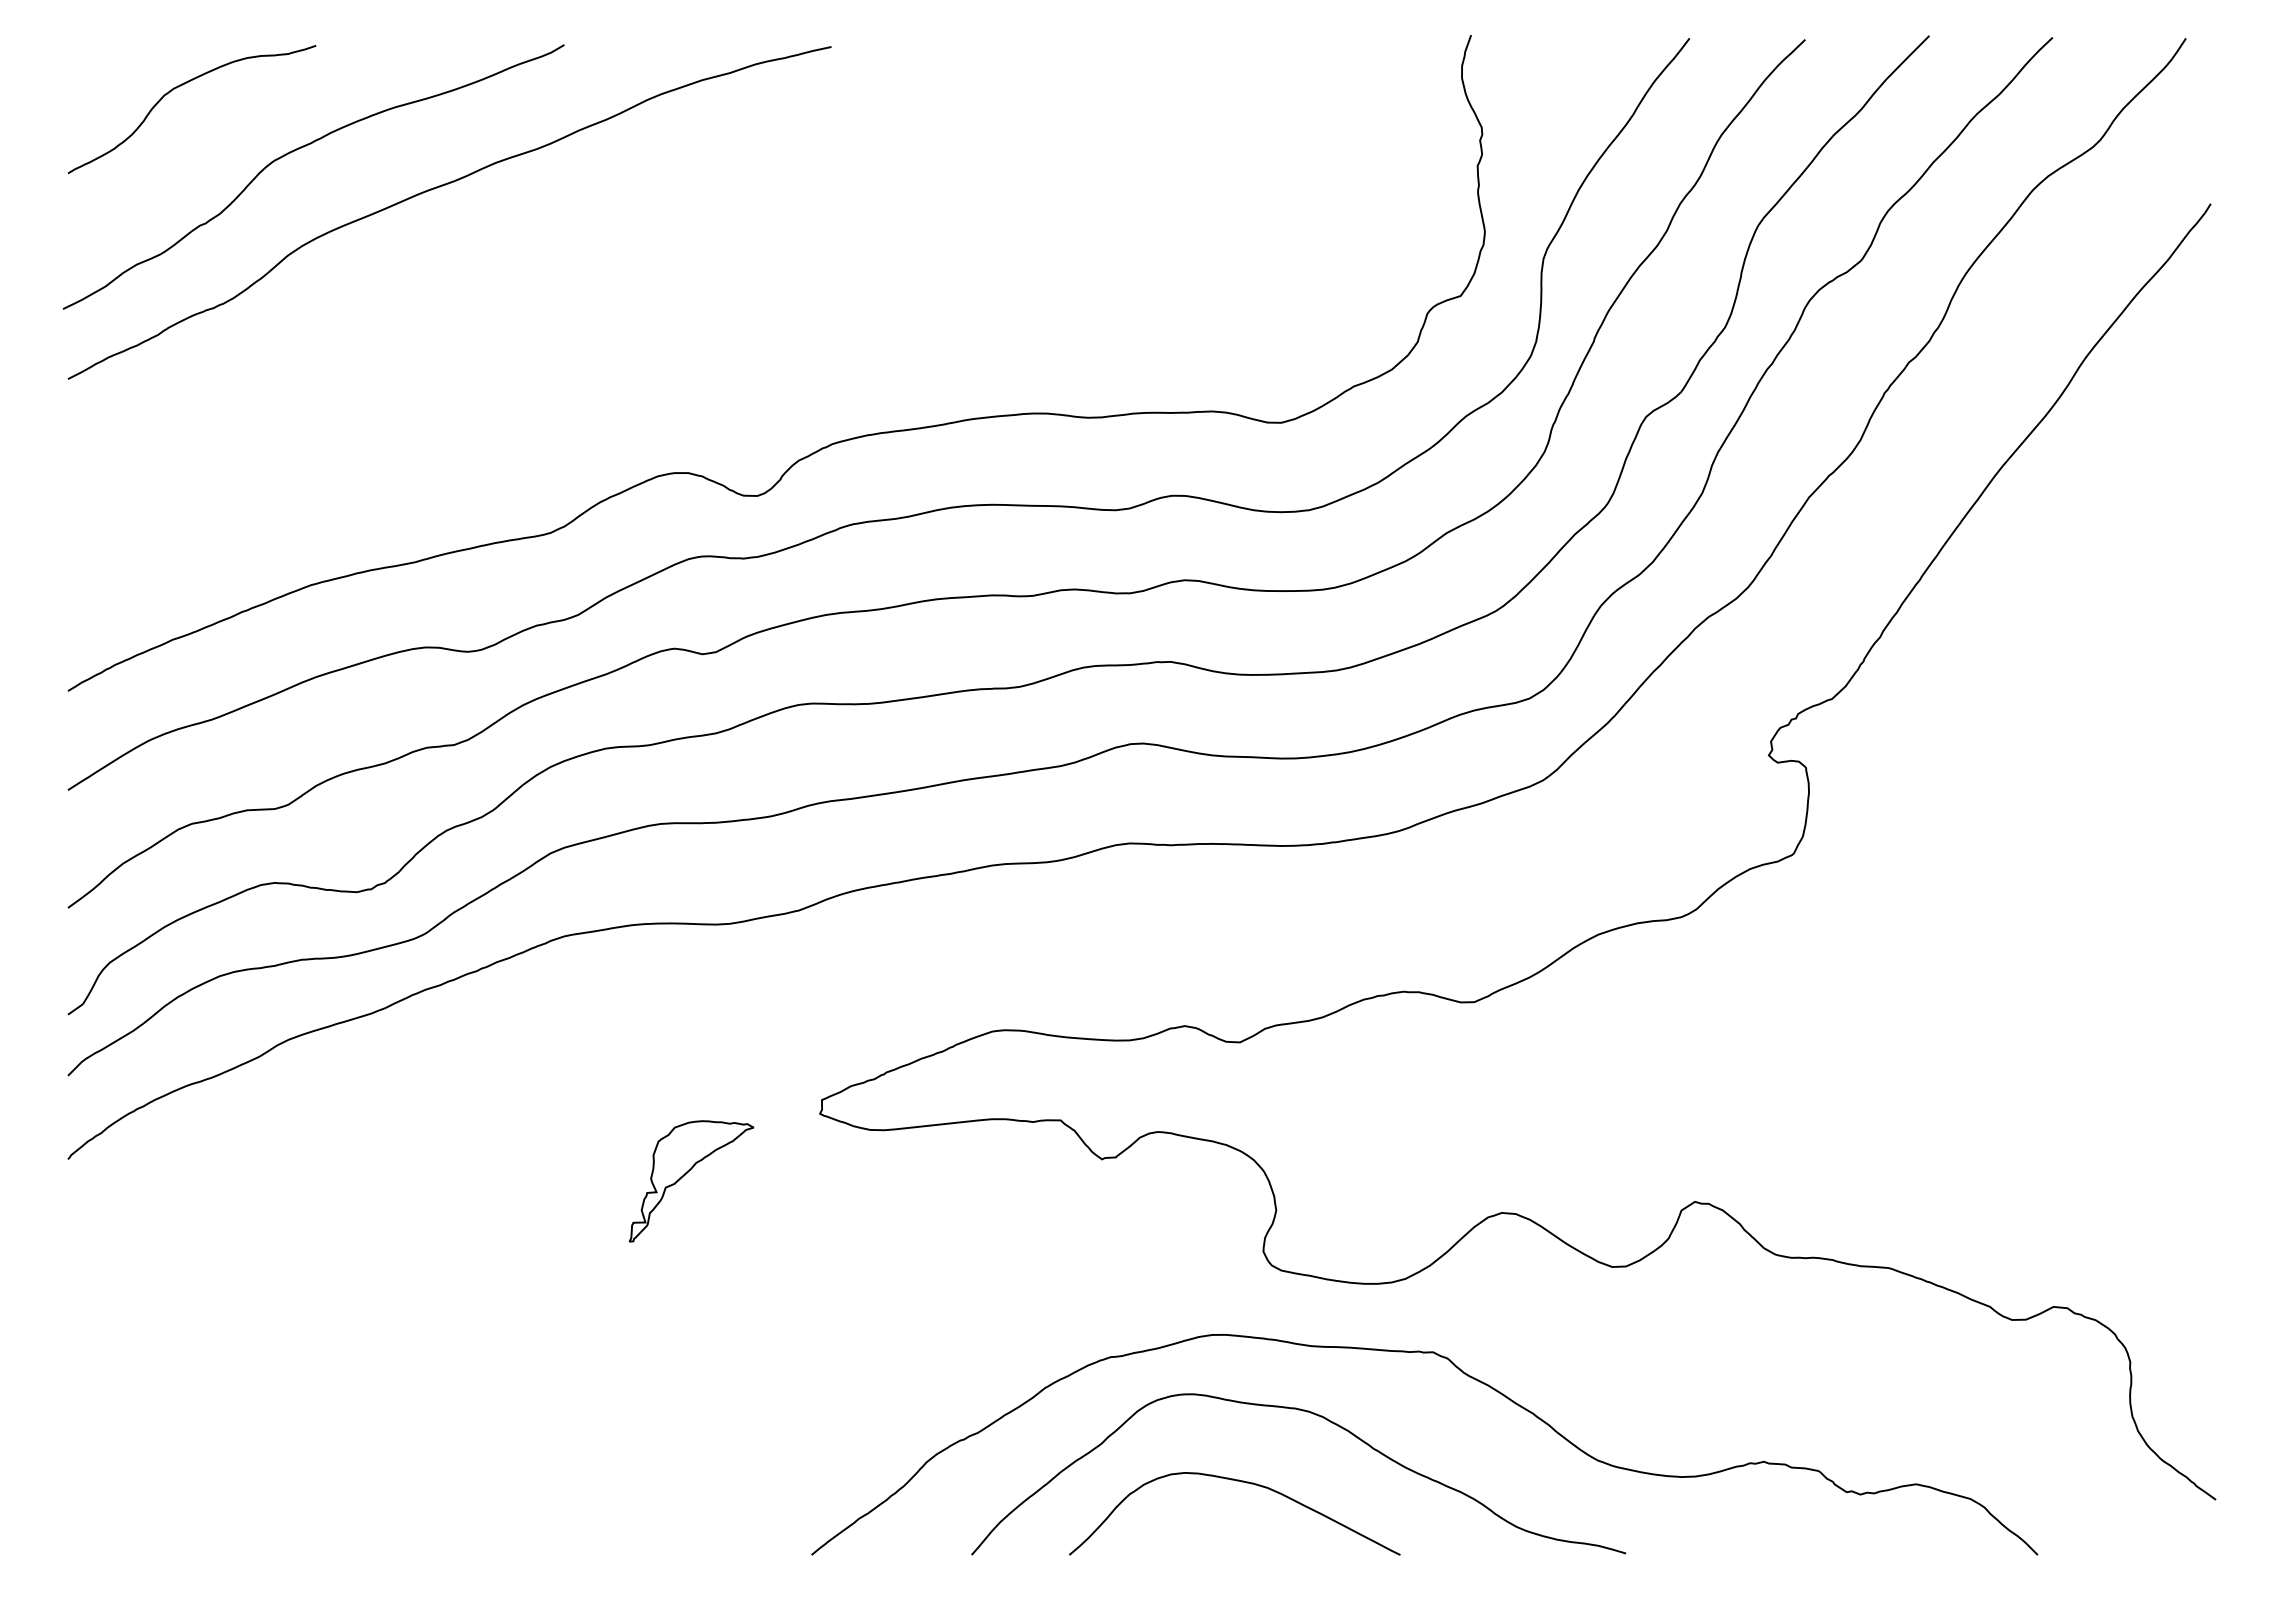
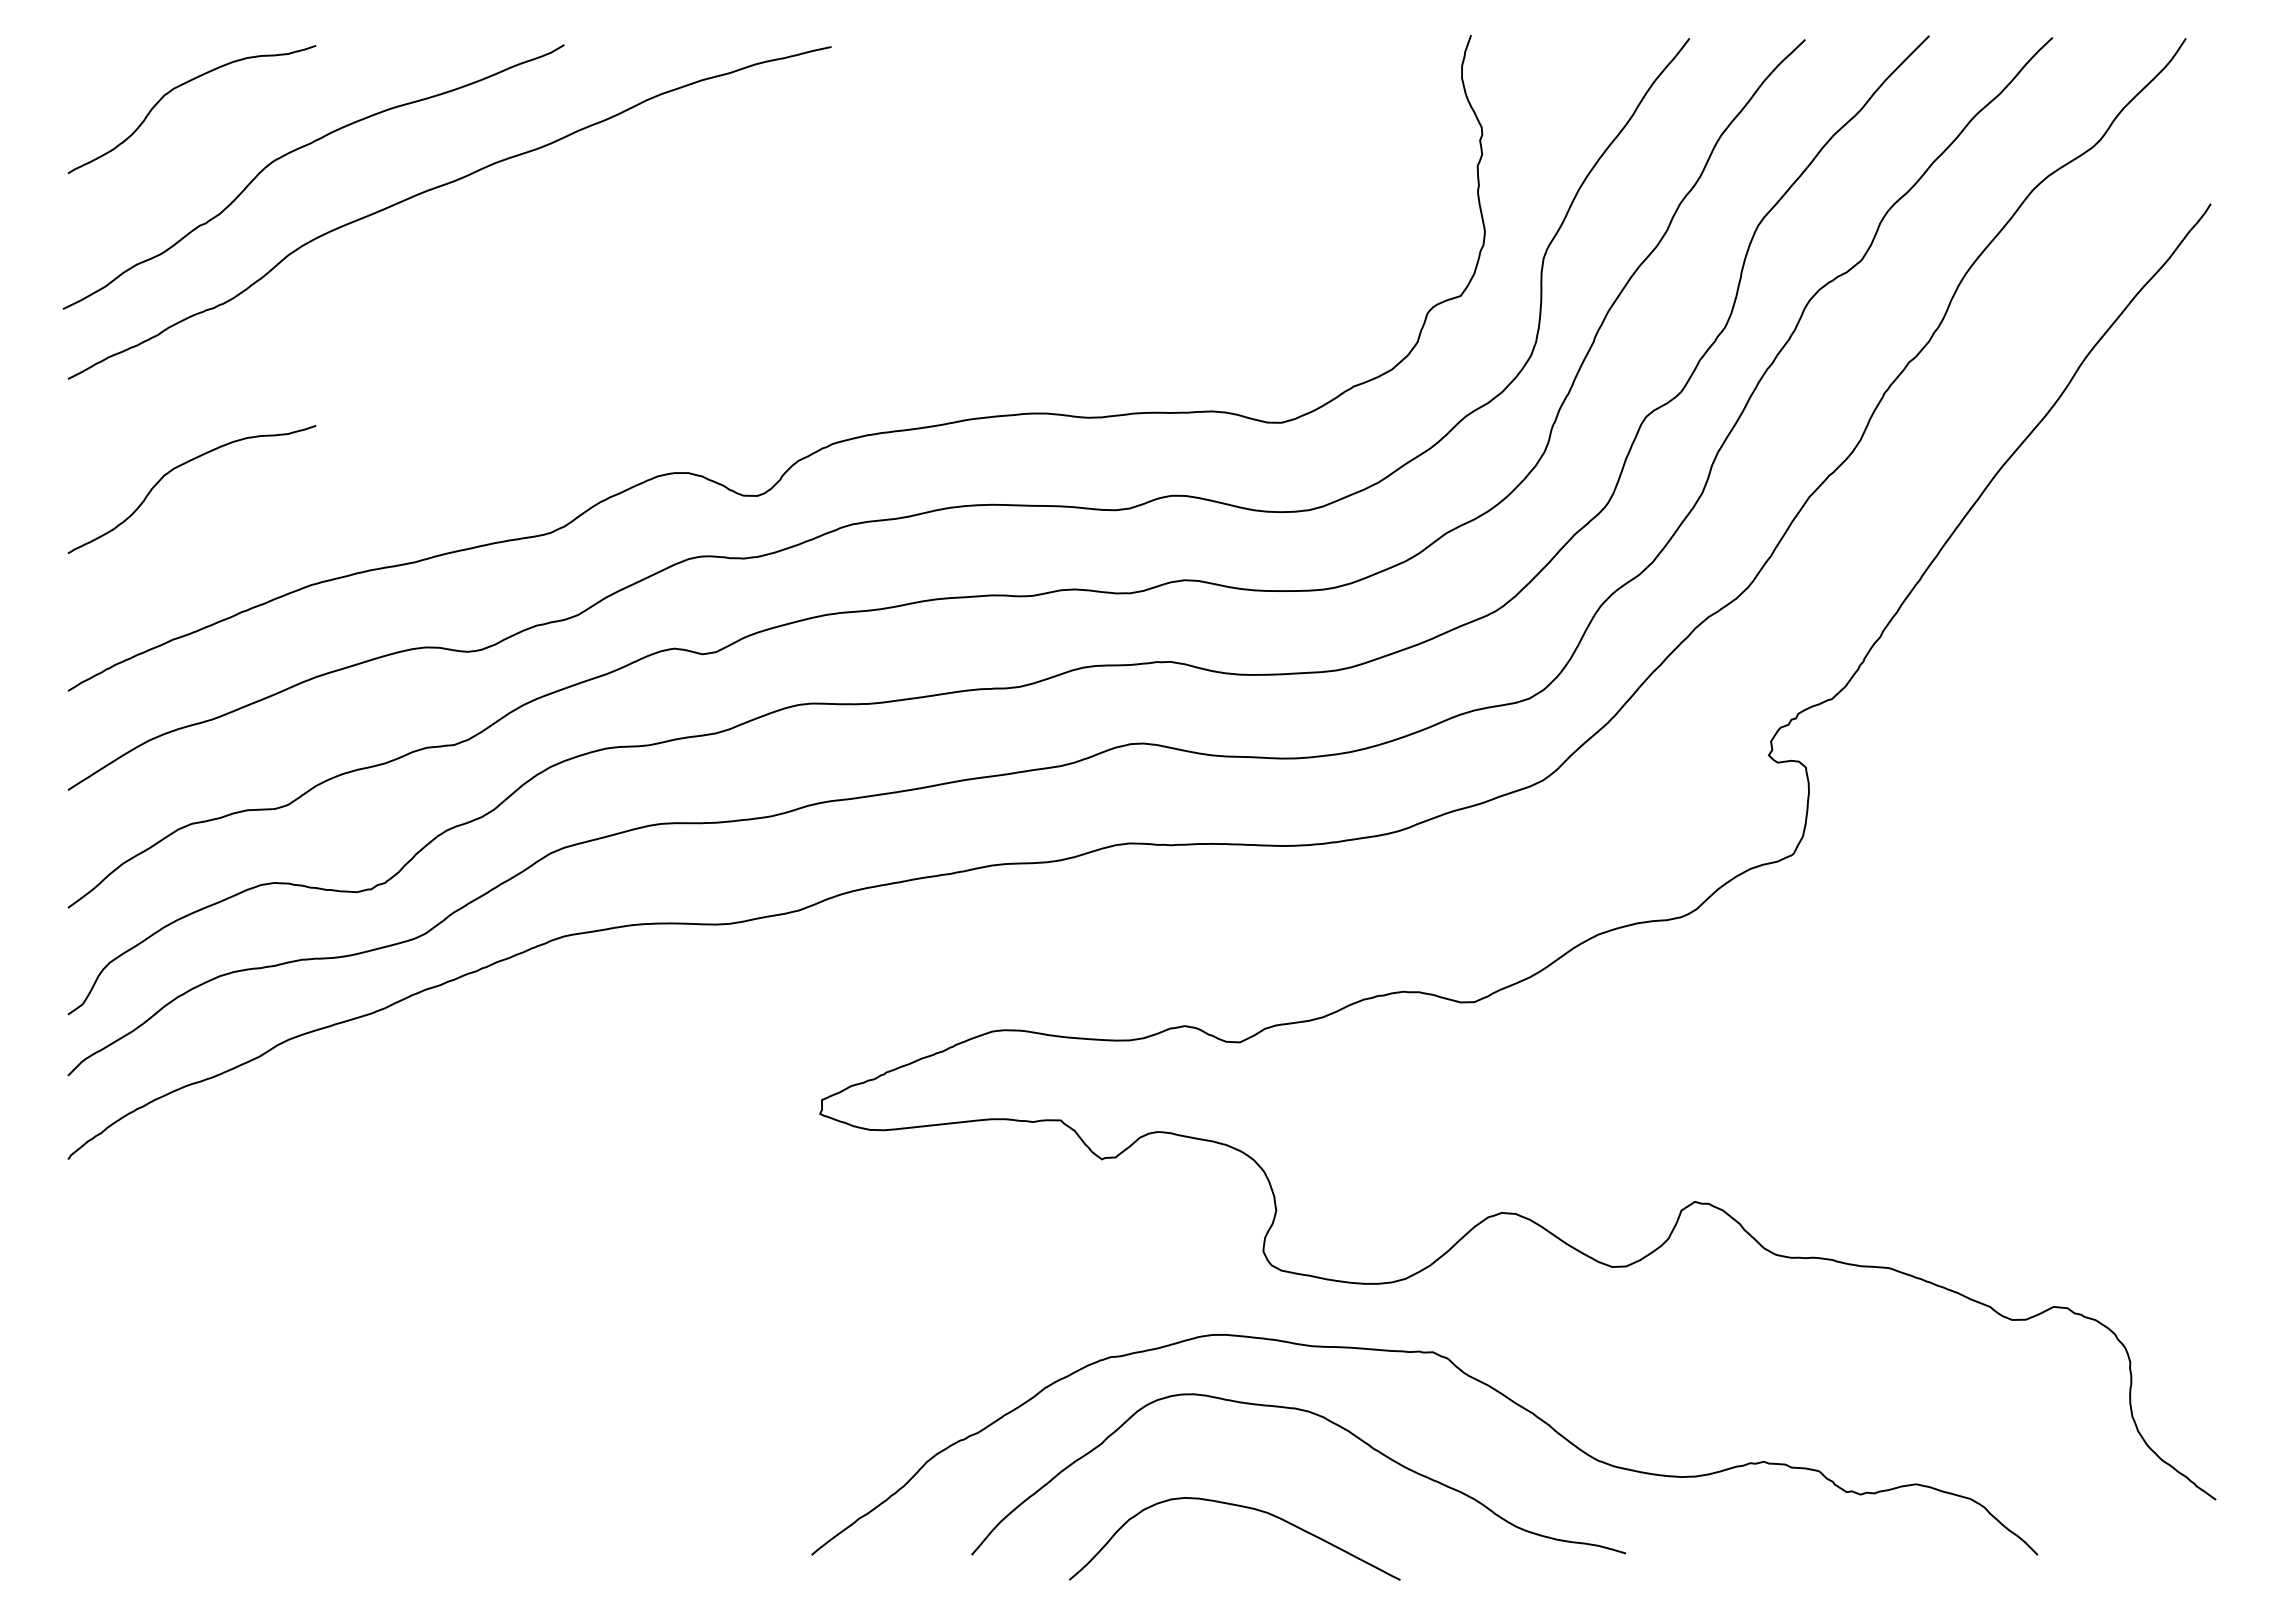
curve at (180, 466): none -> present
part at (685, 1175): present -> none
curve at (1241, 1482) position: (1241, 1482) -> (1241, 1507)
